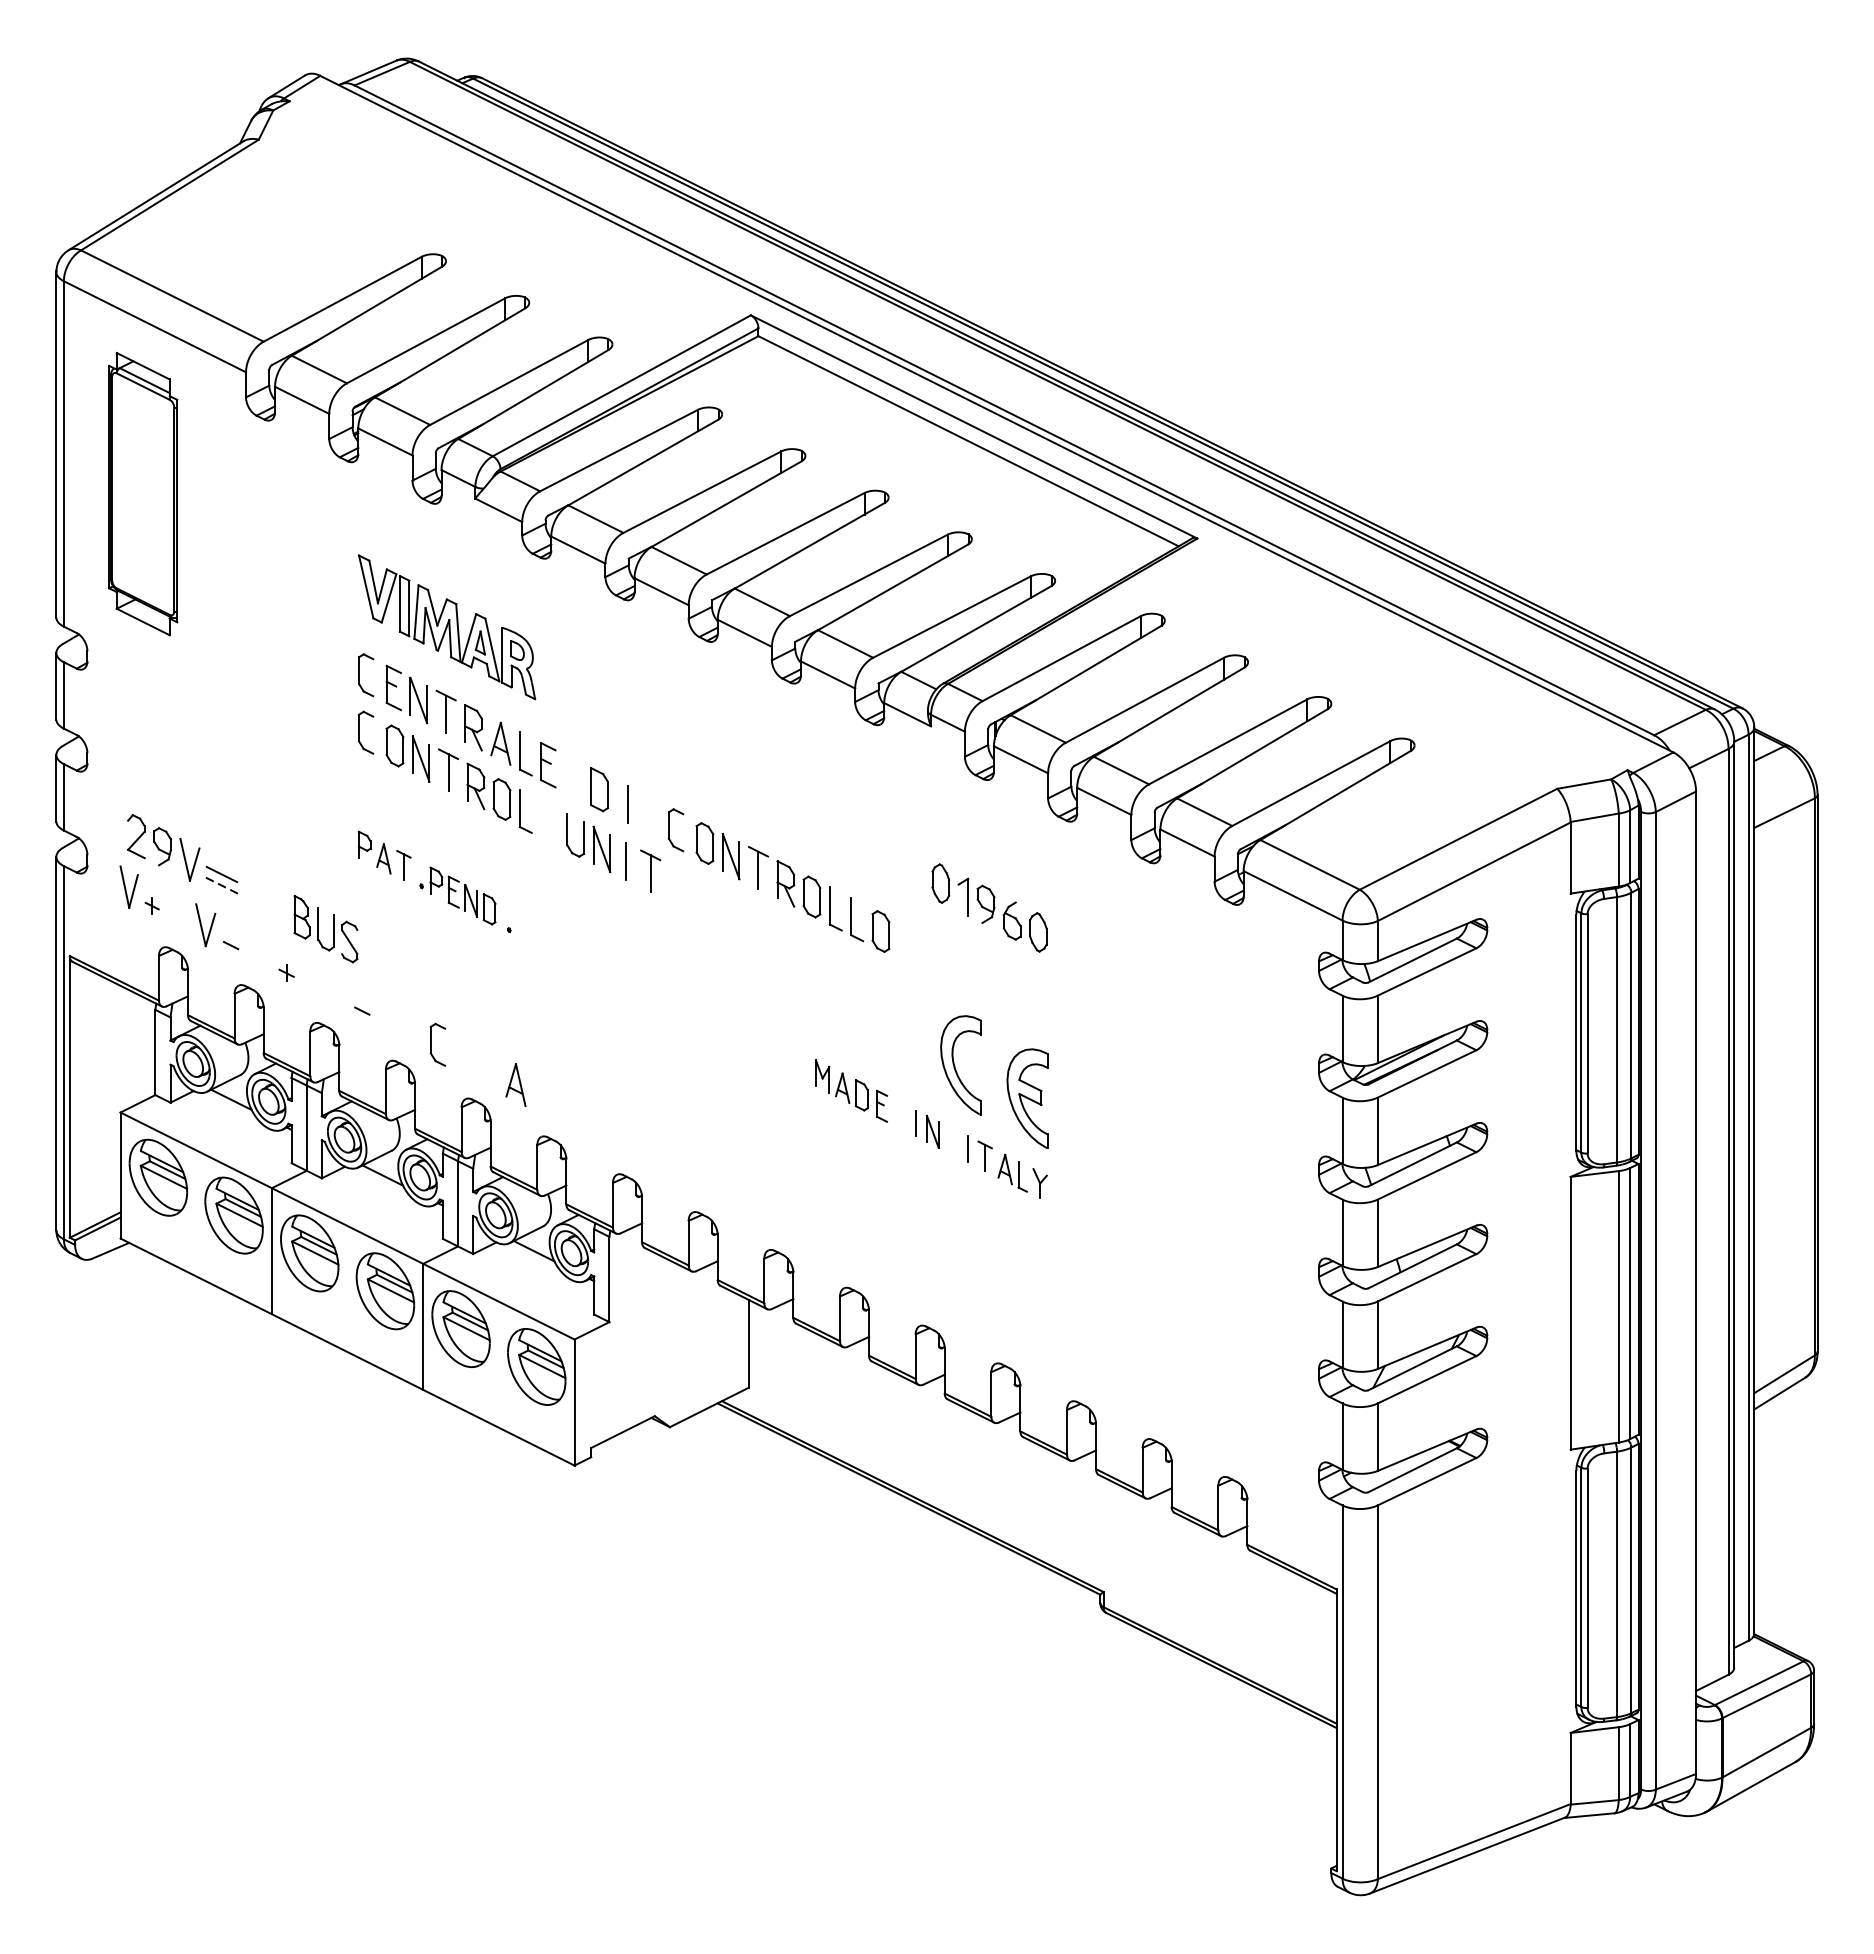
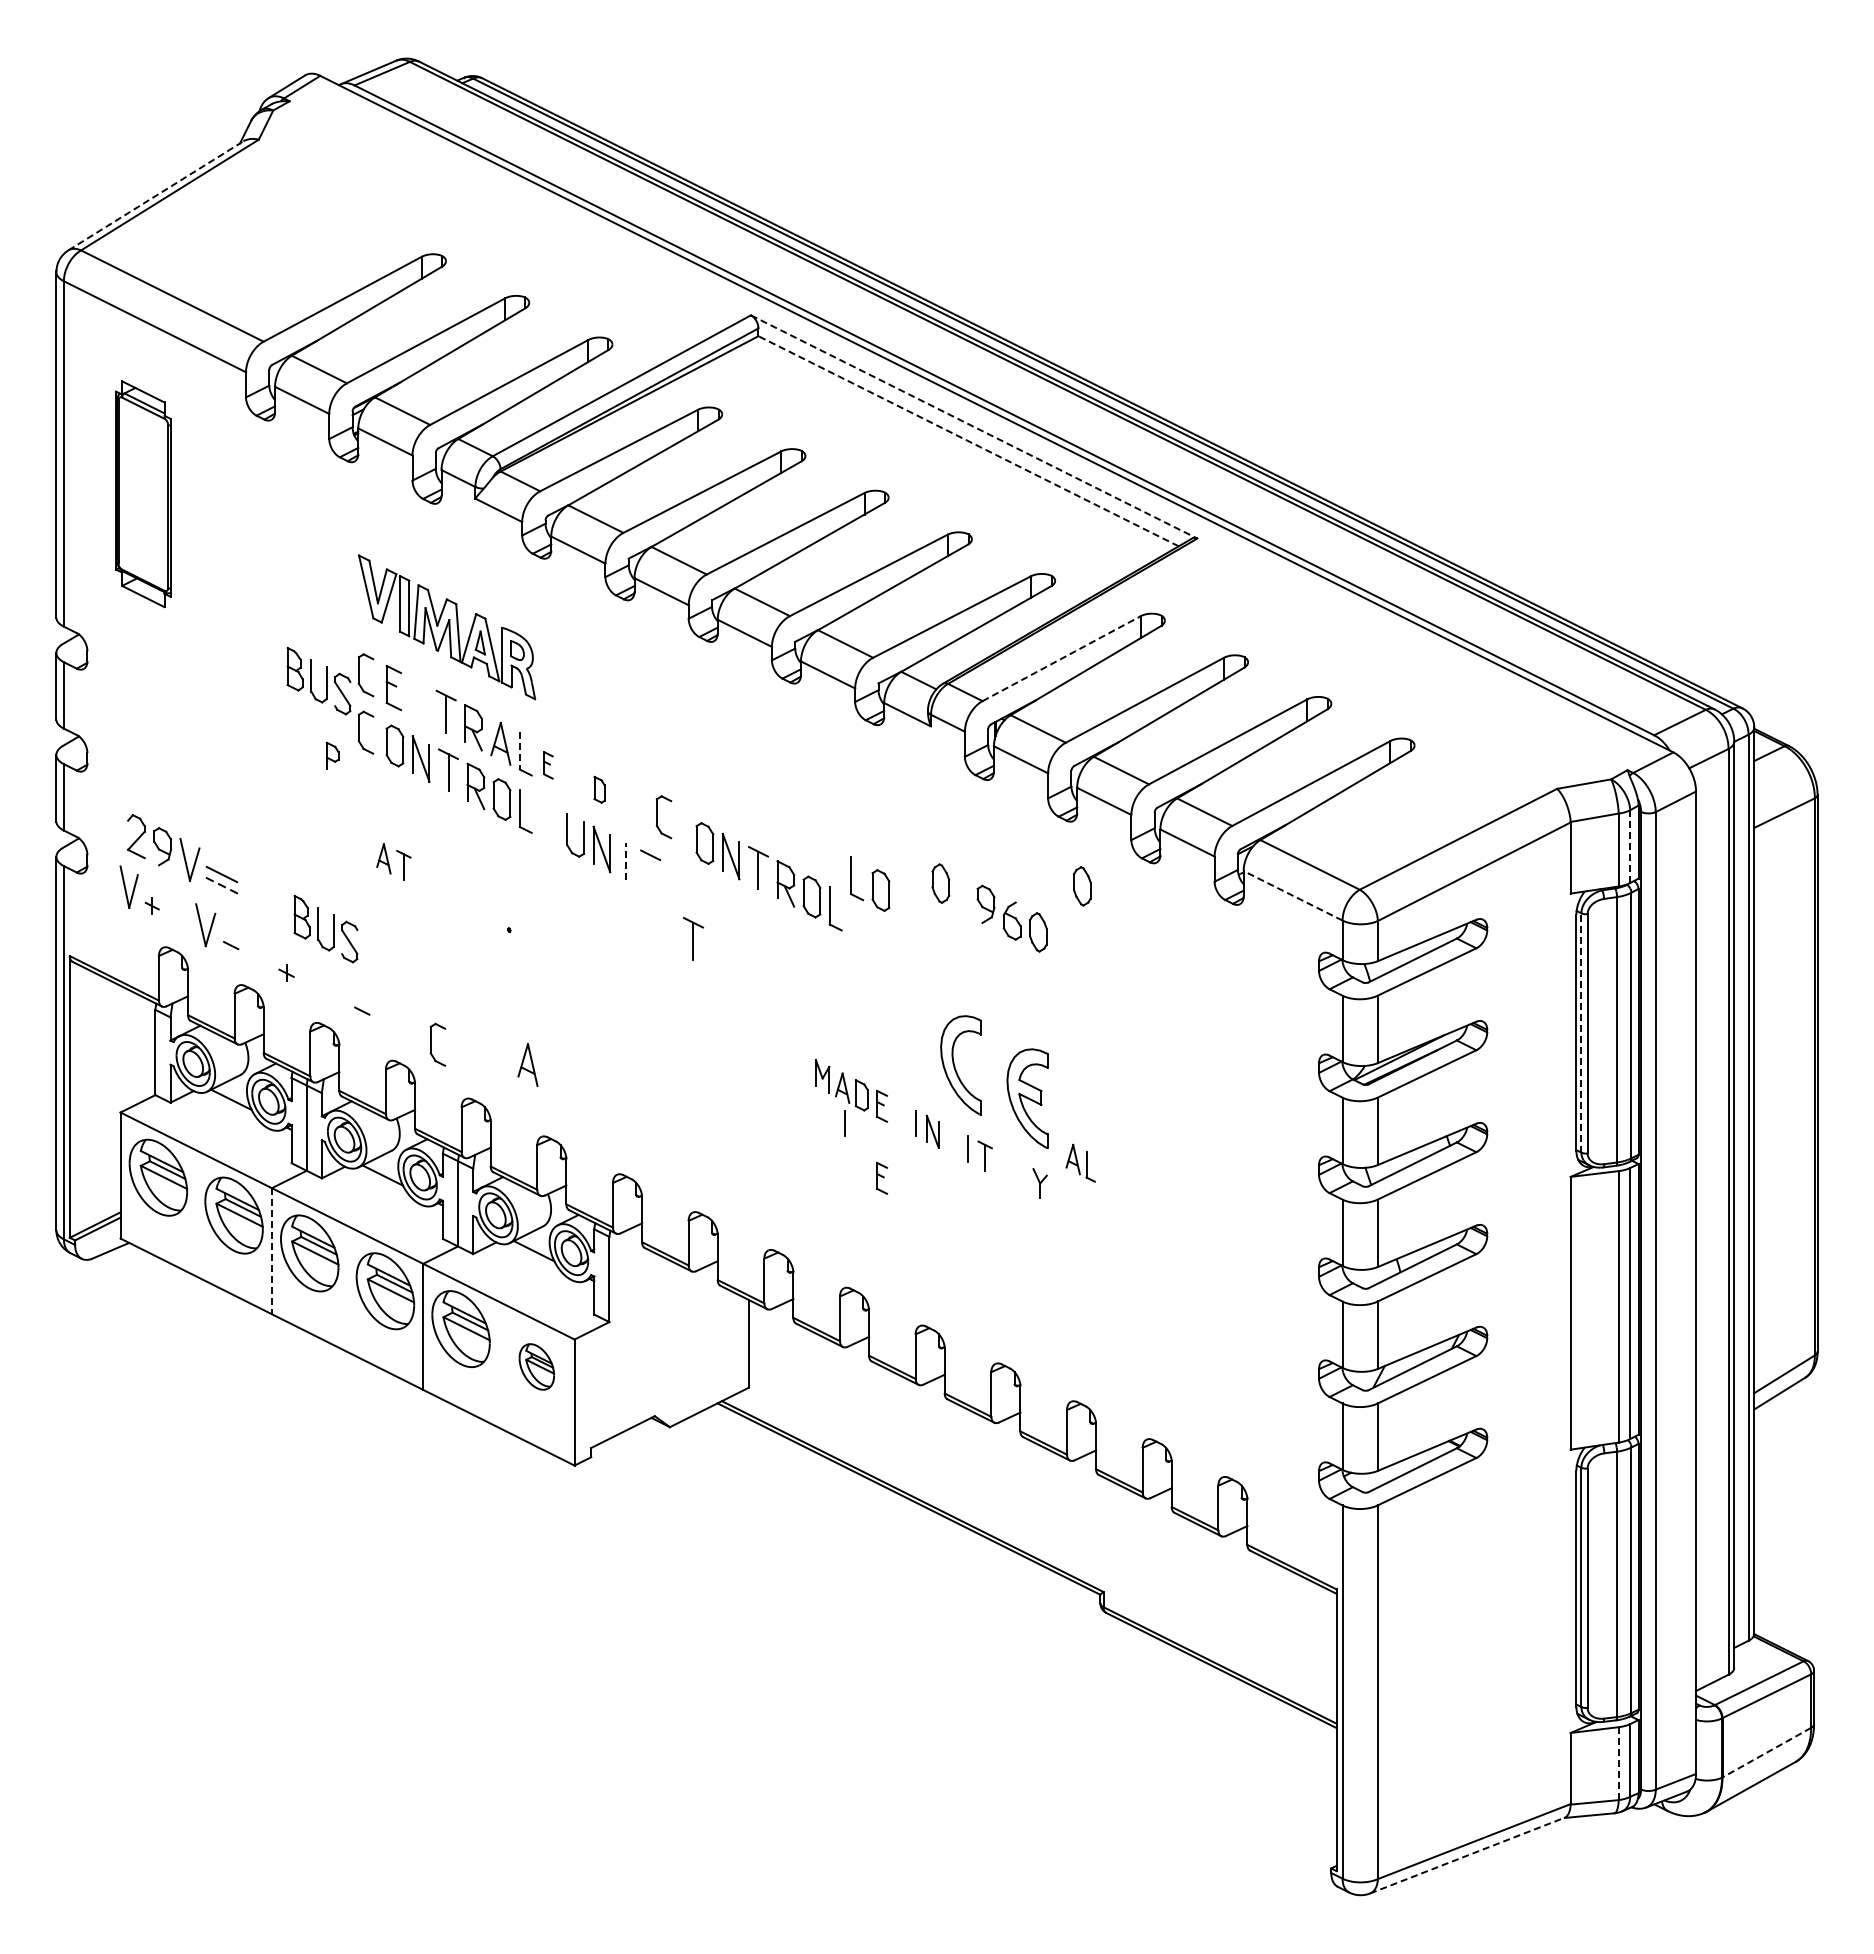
line at (156, 195): solid -> dashed
line at (974, 426): solid -> dashed
line at (968, 441): solid -> dashed
part at (143, 494) size: 71x285 px -> 57x229 px
line at (1061, 658): solid -> dashed
part at (311, 681): none -> present
part at (418, 700): present -> none
line at (519, 751): solid -> dashed
part at (548, 765) size: 17x47 px -> 11x29 px
part at (599, 789) size: 19x46 px -> 13x29 px
line at (627, 804): present -> none
part at (675, 830) position: (675, 830) -> (663, 817)
part at (364, 844) position: (364, 844) -> (332, 755)
line at (1630, 847): solid -> dashed
line at (626, 861): solid -> dashed
line at (650, 873): present -> none
part at (1082, 886): none -> present
part at (457, 895): present -> none
line at (1292, 895): solid -> dashed
part at (963, 896): present -> none
part at (870, 924) position: (870, 924) -> (870, 883)
part at (693, 938): none -> present
line at (1581, 1032): solid -> dashed
part at (515, 1084) position: (515, 1084) -> (527, 1064)
line at (844, 1123): none -> present
part at (1012, 1172) position: (1012, 1172) -> (1080, 1162)
part at (882, 1177): none -> present
line at (271, 1251): solid -> dashed
part at (536, 1366) size: 60x78 px -> 38x48 px
line at (1766, 1752): solid -> dashed
line at (1618, 1764): solid -> dashed
line at (1467, 1855): solid -> dashed
